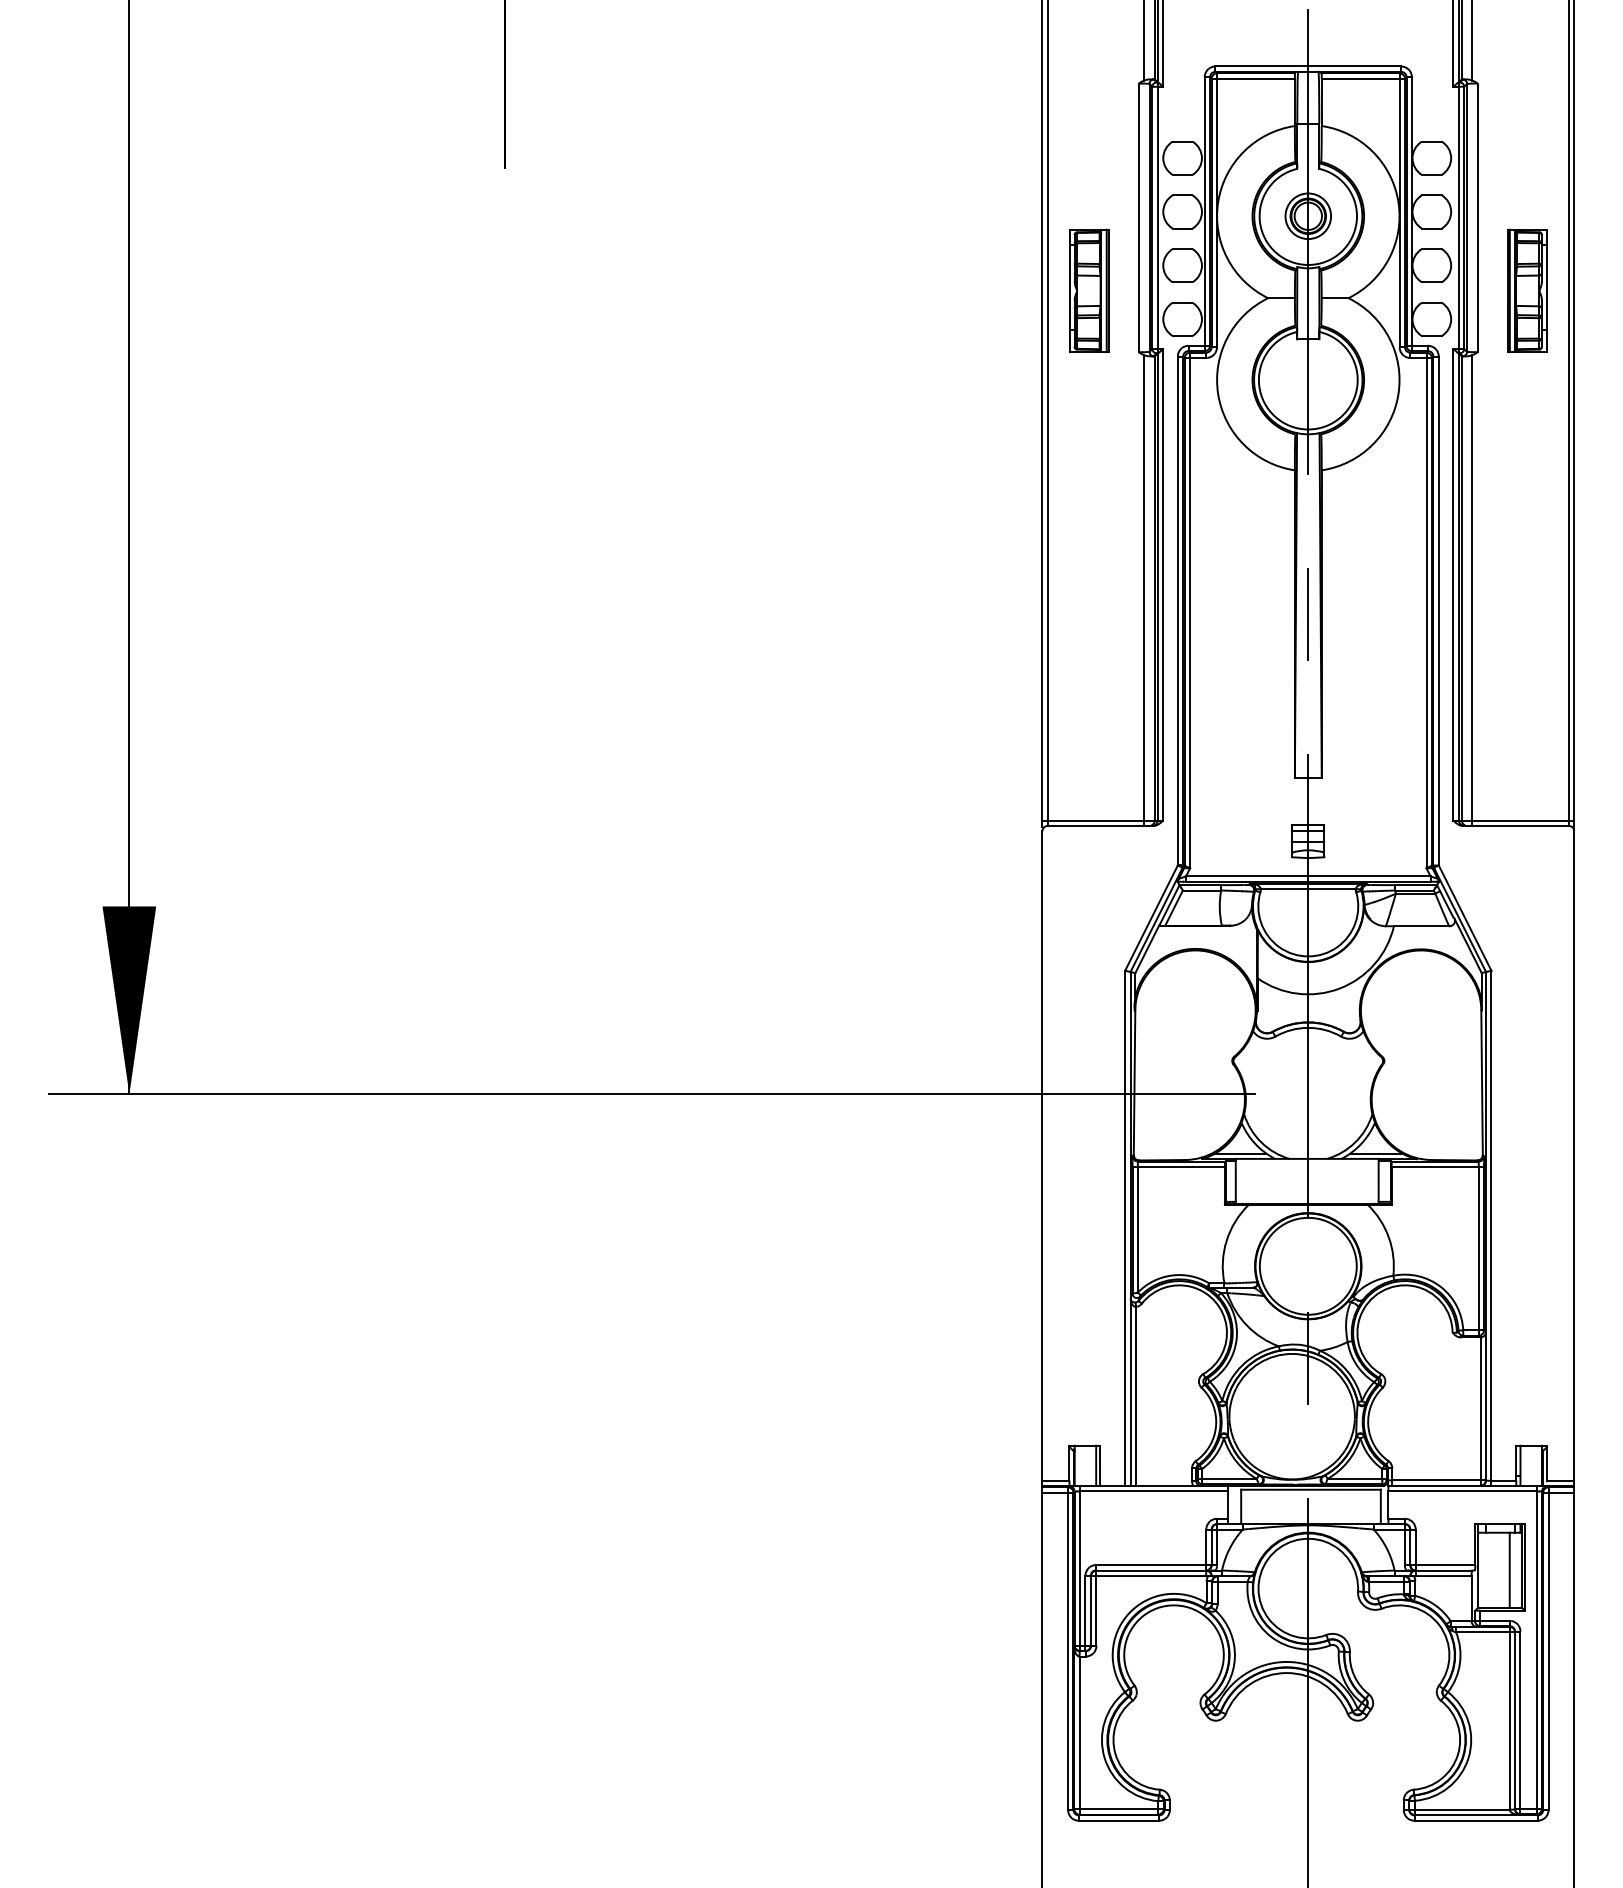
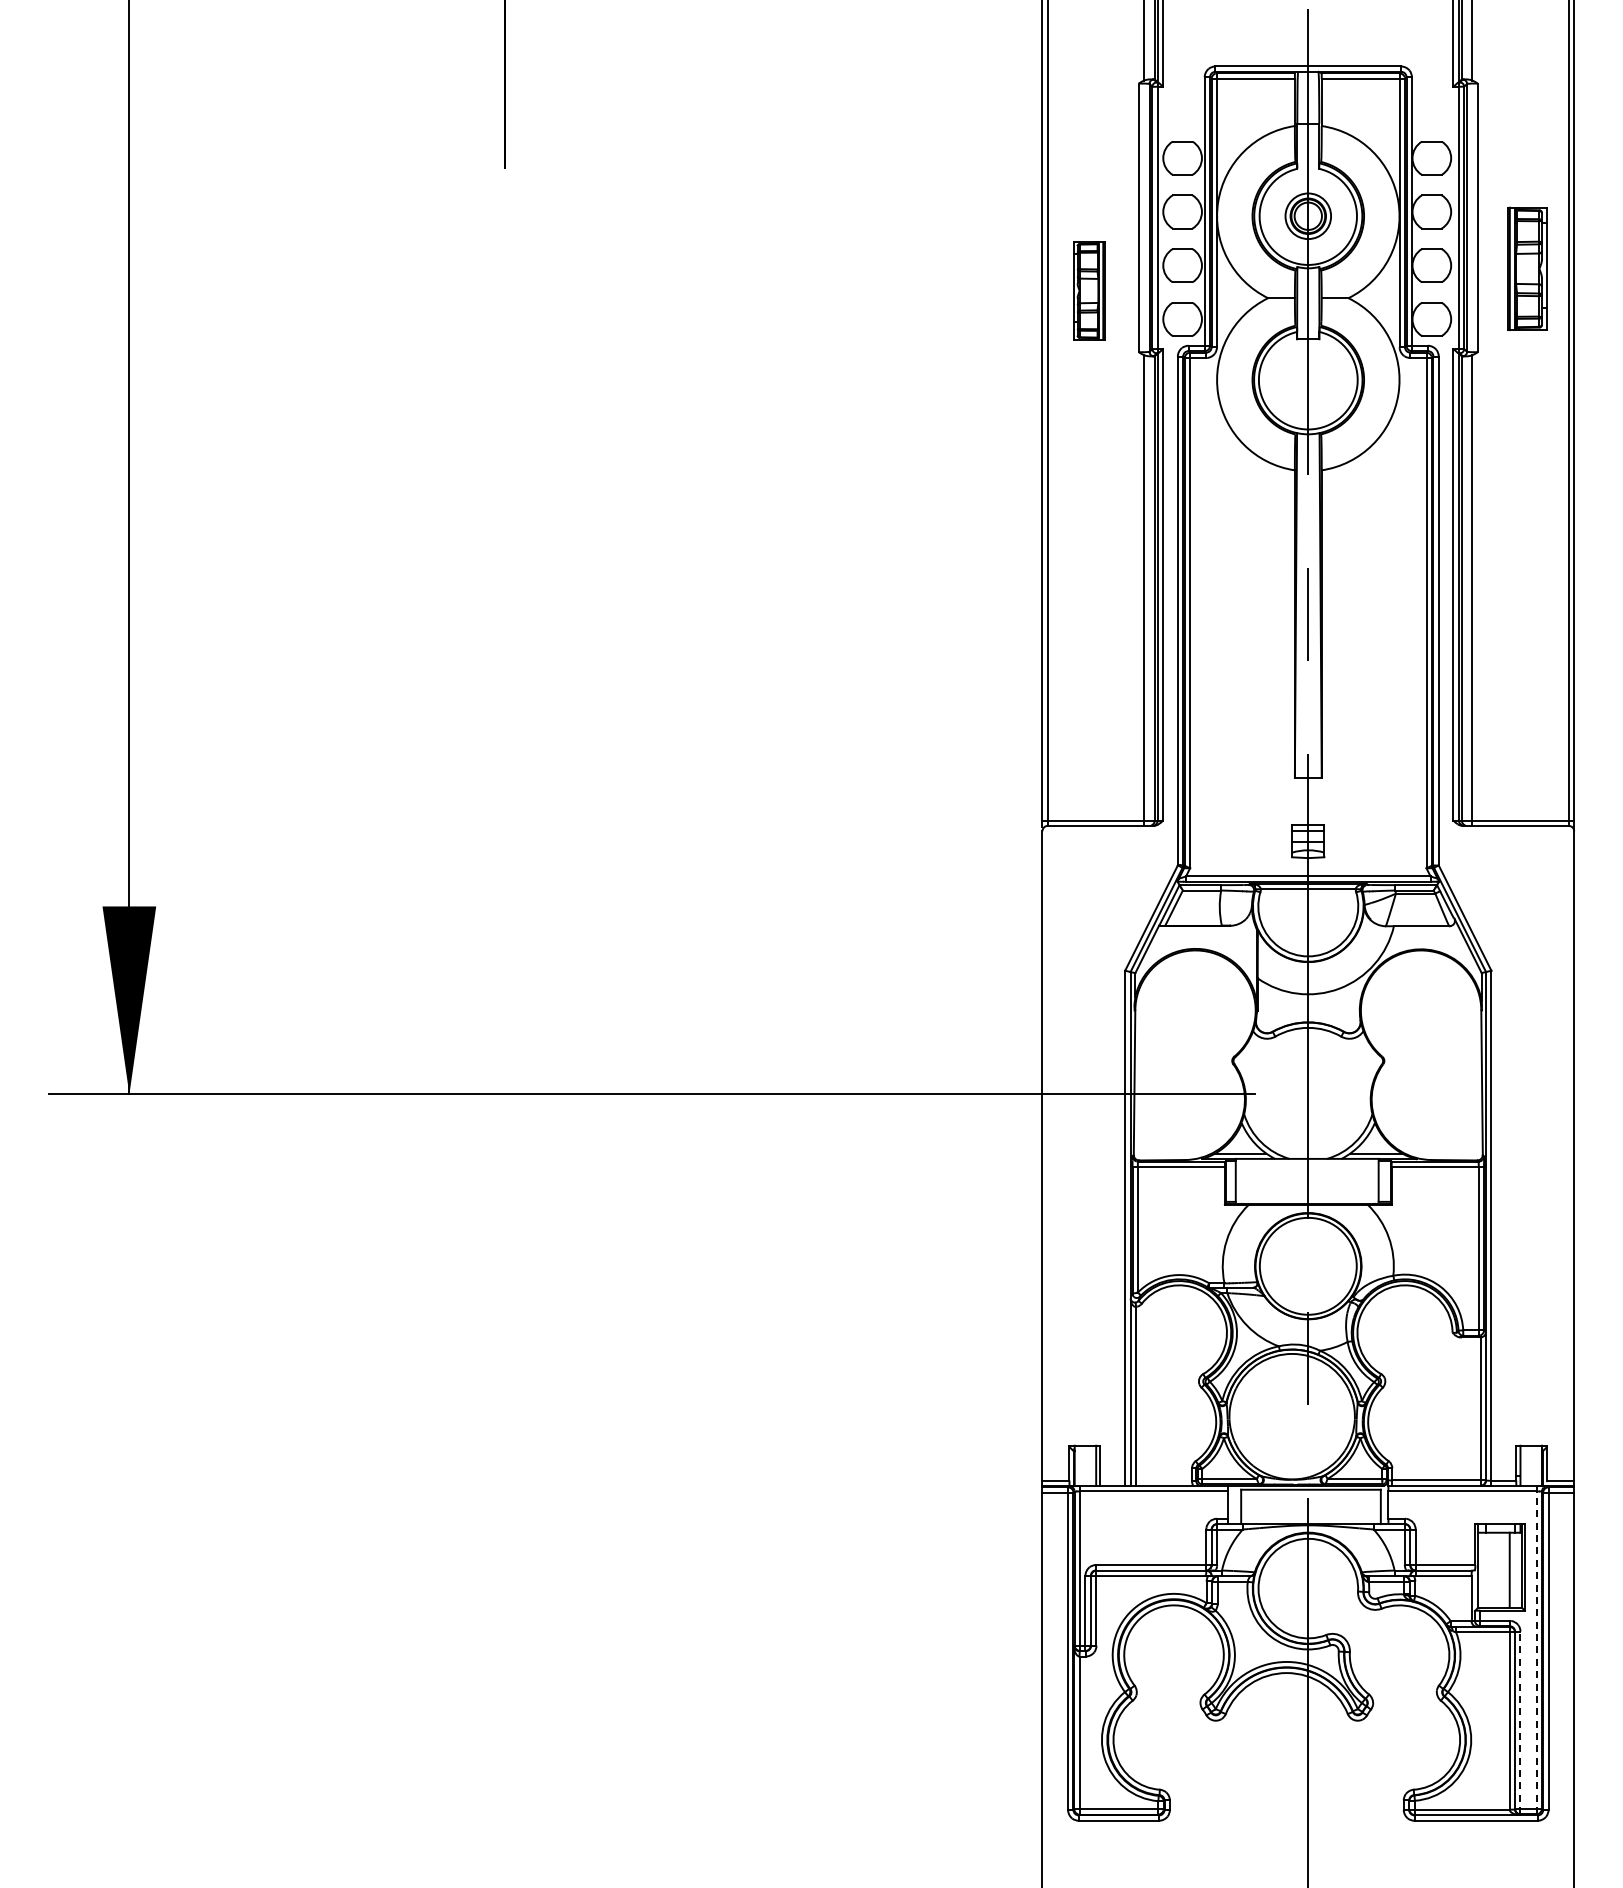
part at (1089, 290) size: 41x126 px -> 33x100 px
part at (1527, 290) position: (1527, 290) -> (1527, 268)
line at (1536, 1649): solid -> dashed
line at (1520, 1722): solid -> dashed
